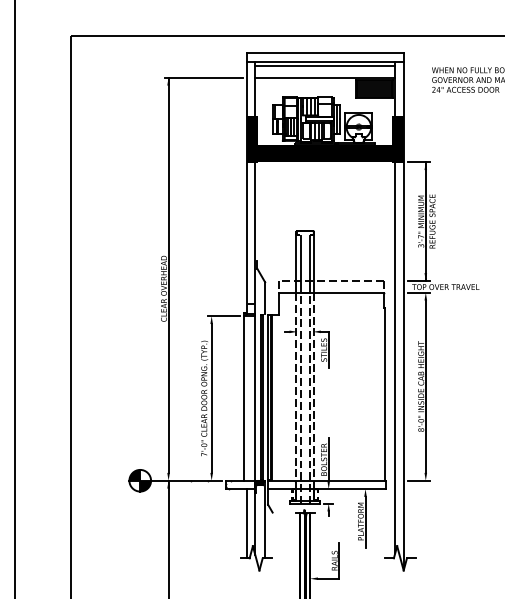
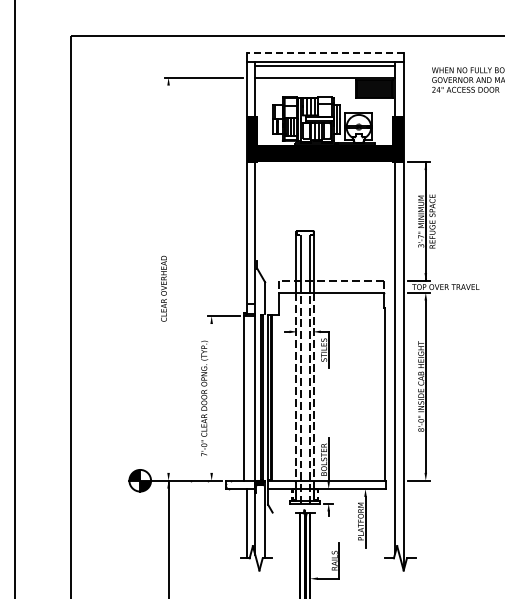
line at (325, 53): solid -> dashed
line at (168, 274): present -> none
line at (211, 398): present -> none
